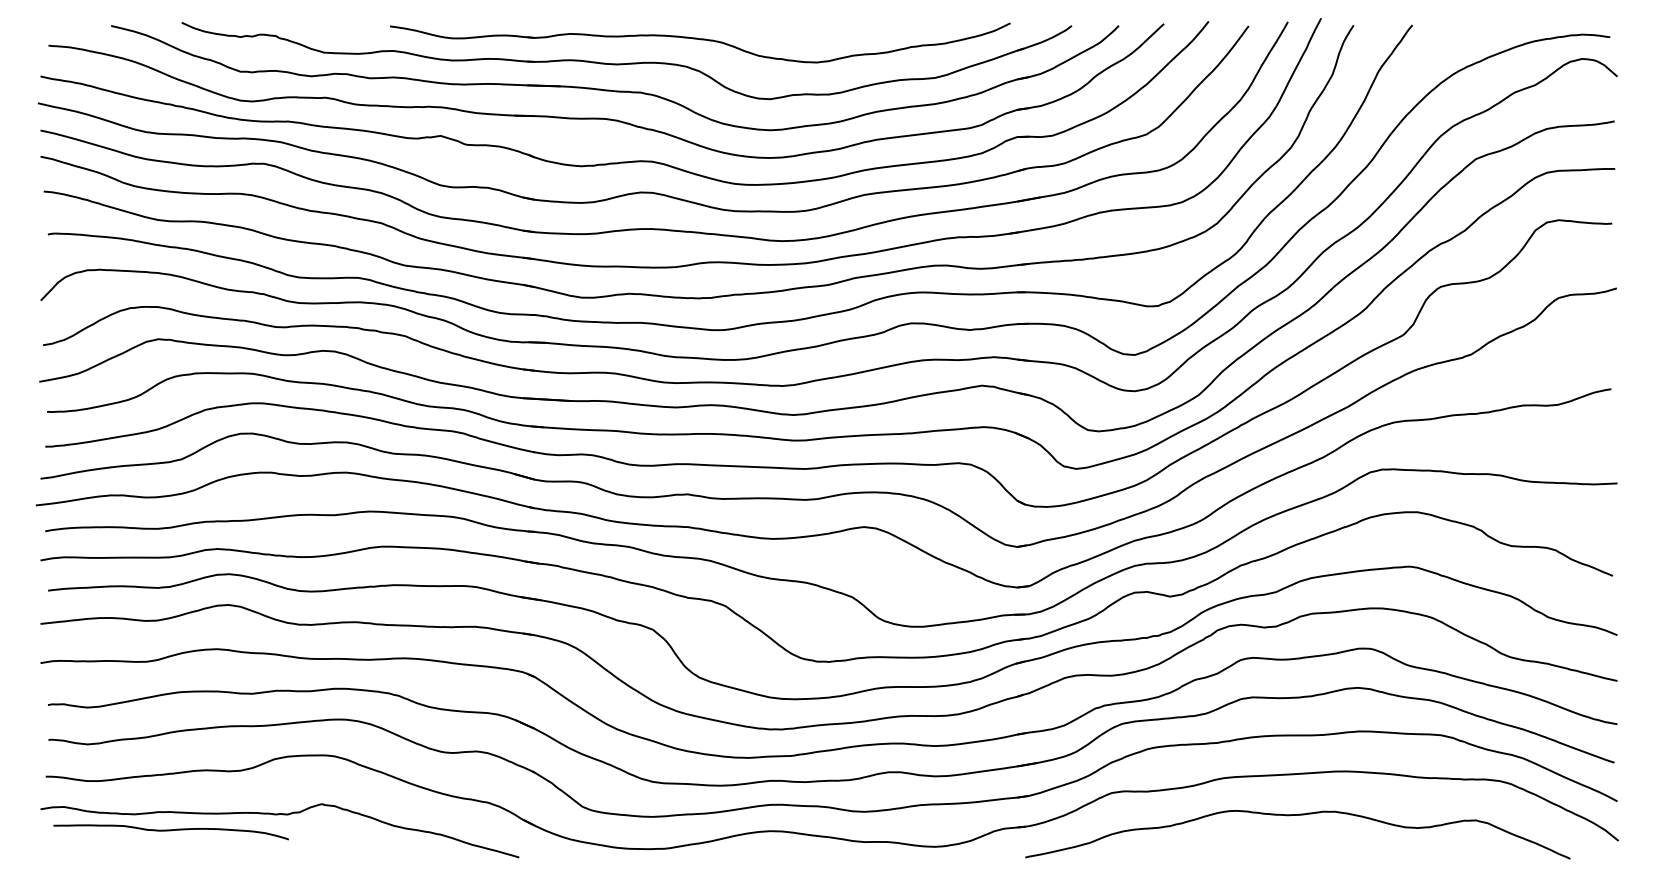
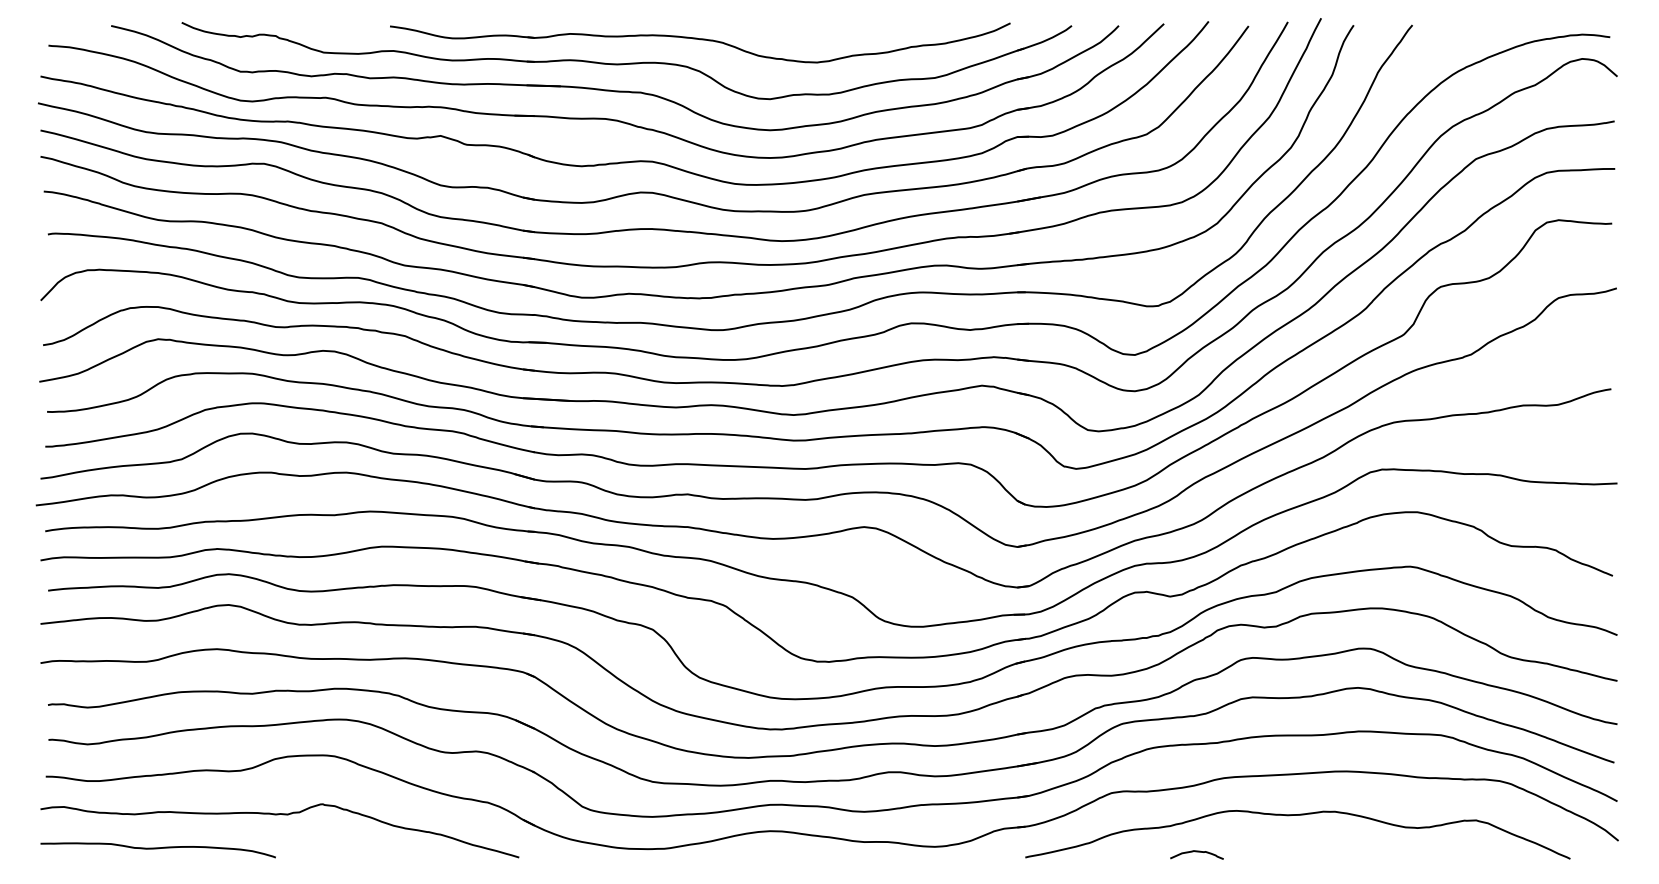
curve at (170, 831) position: (170, 831) -> (157, 849)
curve at (1196, 852): none -> present
